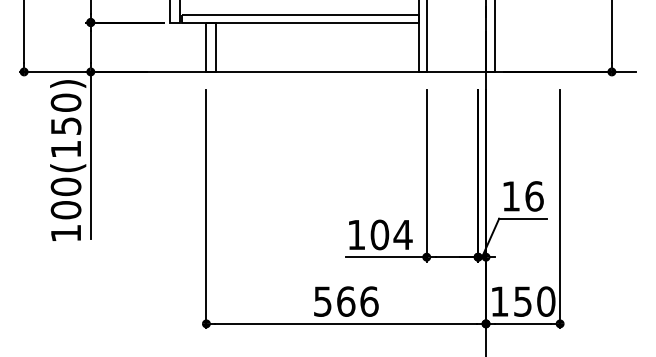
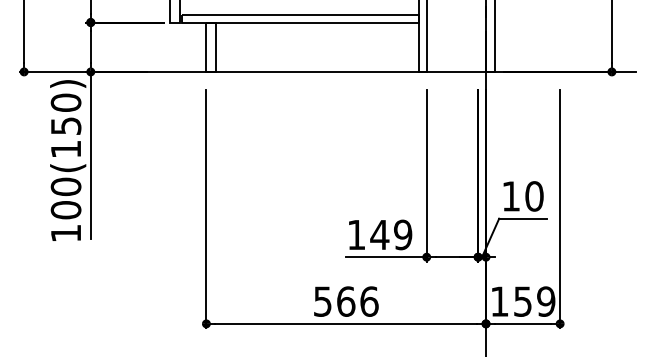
text at (534, 196): 16 -> 10
text at (391, 234): 104 -> 149
text at (546, 301): 150 -> 159
